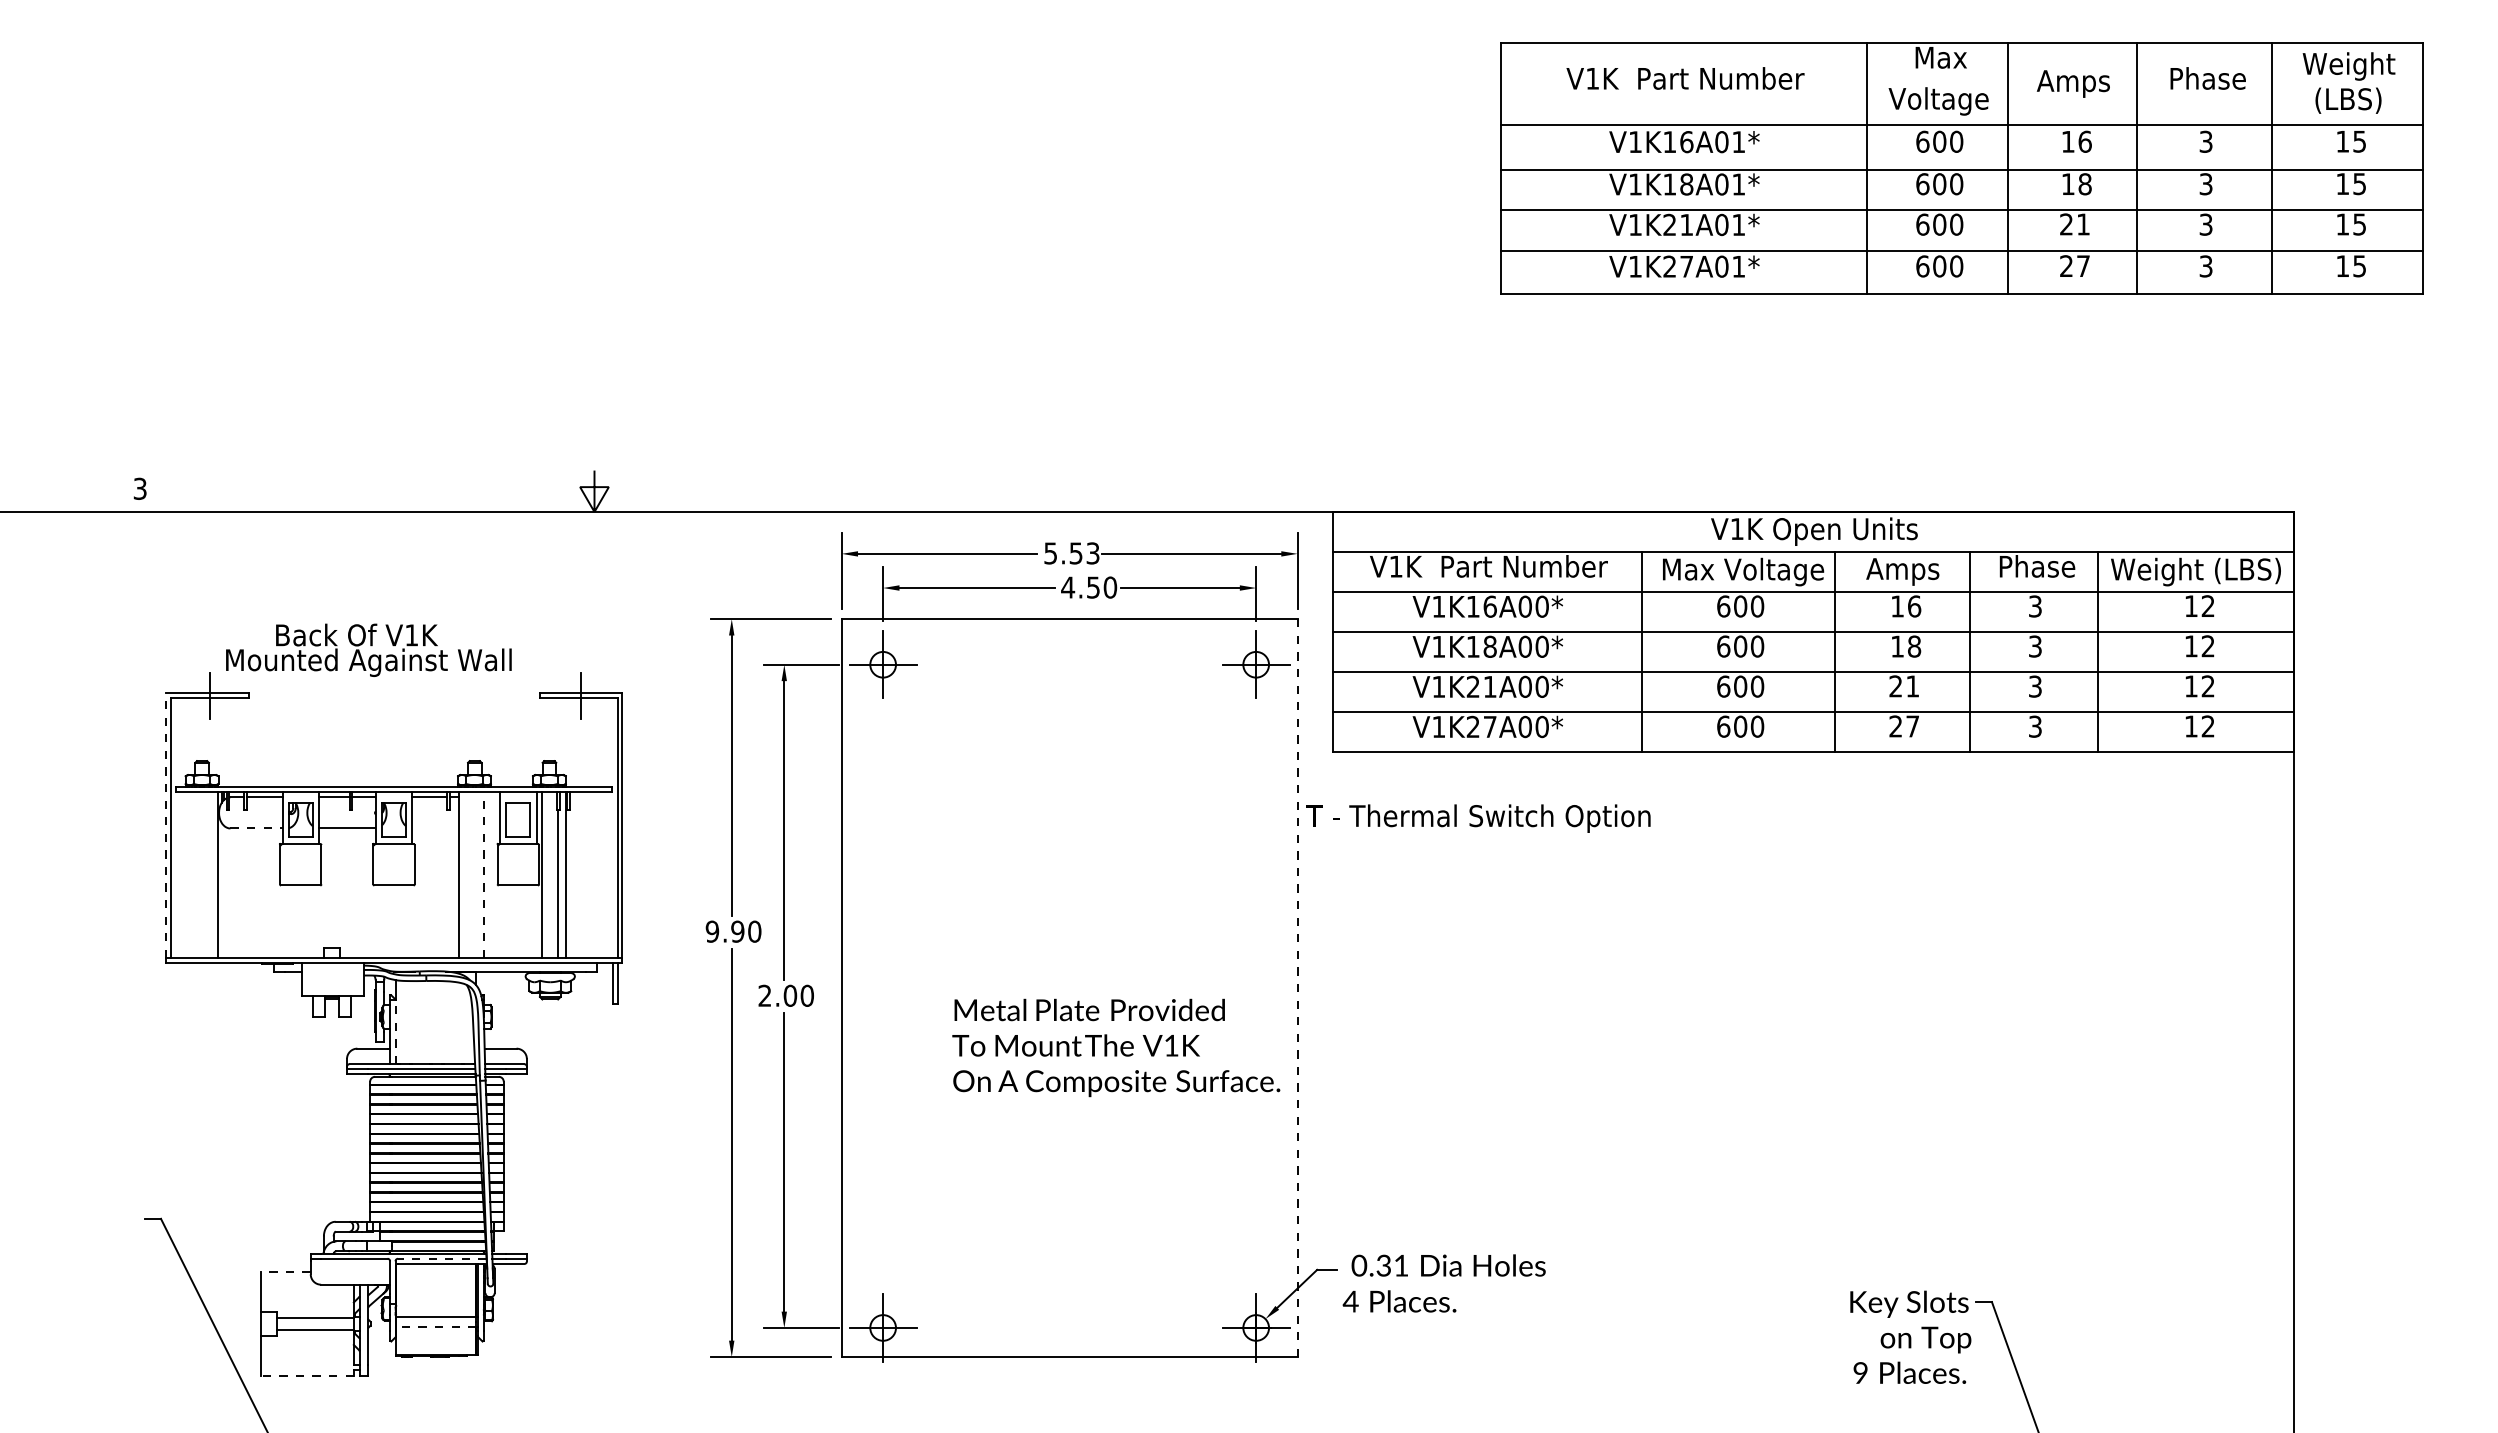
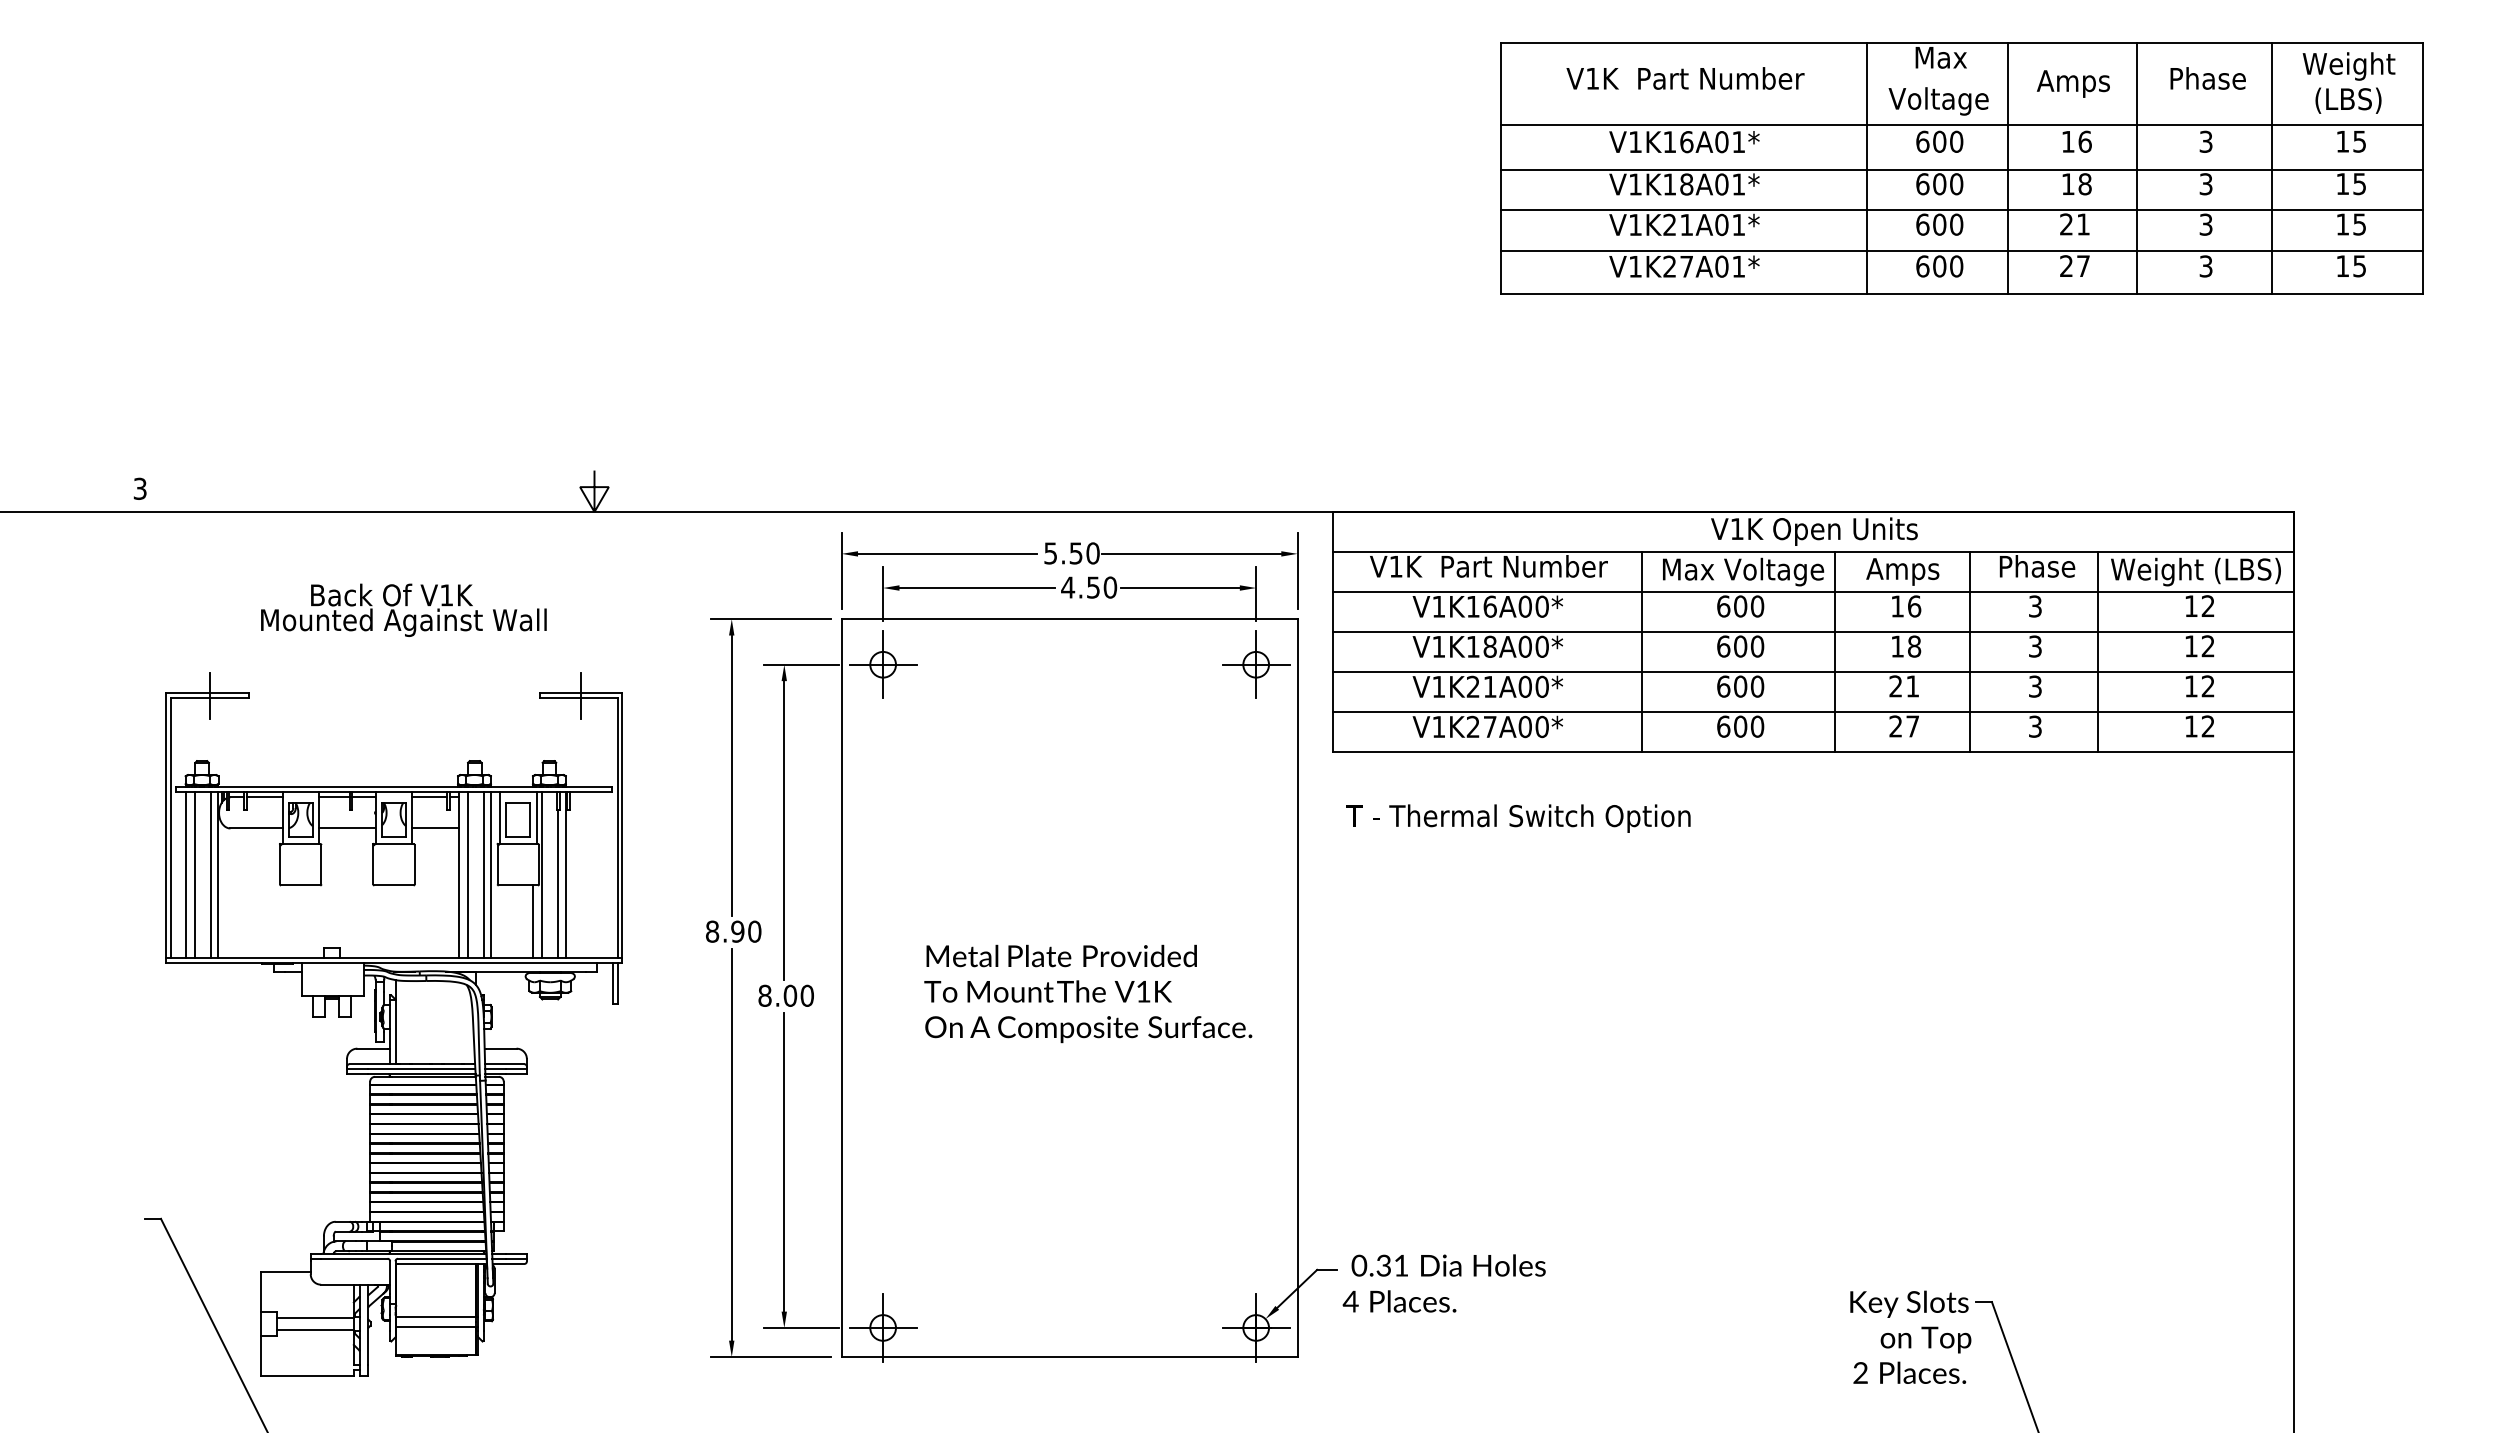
text at (1092, 553): 5.53 -> 5.50
text at (368, 649) position: (368, 649) -> (403, 609)
text at (1478, 818) position: (1478, 818) -> (1518, 818)
line at (166, 825): dashed -> solid
line at (257, 828): dashed -> solid
line at (435, 828): none -> present
line at (185, 875): none -> present
line at (194, 875): none -> present
line at (210, 875): none -> present
line at (467, 875): none -> present
line at (483, 875): dashed -> solid
line at (490, 875): none -> present
line at (533, 921): none -> present
text at (712, 931): 9.90 -> 8.90
line at (1297, 988): dashed -> solid
text at (764, 995): 2.00 -> 8.00
line at (395, 1032): dashed -> solid
text at (1116, 1047) position: (1116, 1047) -> (1088, 993)
line at (441, 1258): dashed -> solid
line at (285, 1271): dashed -> solid
line at (435, 1326): dashed -> solid
text at (1860, 1373): 9 -> 2
line at (306, 1375): dashed -> solid
